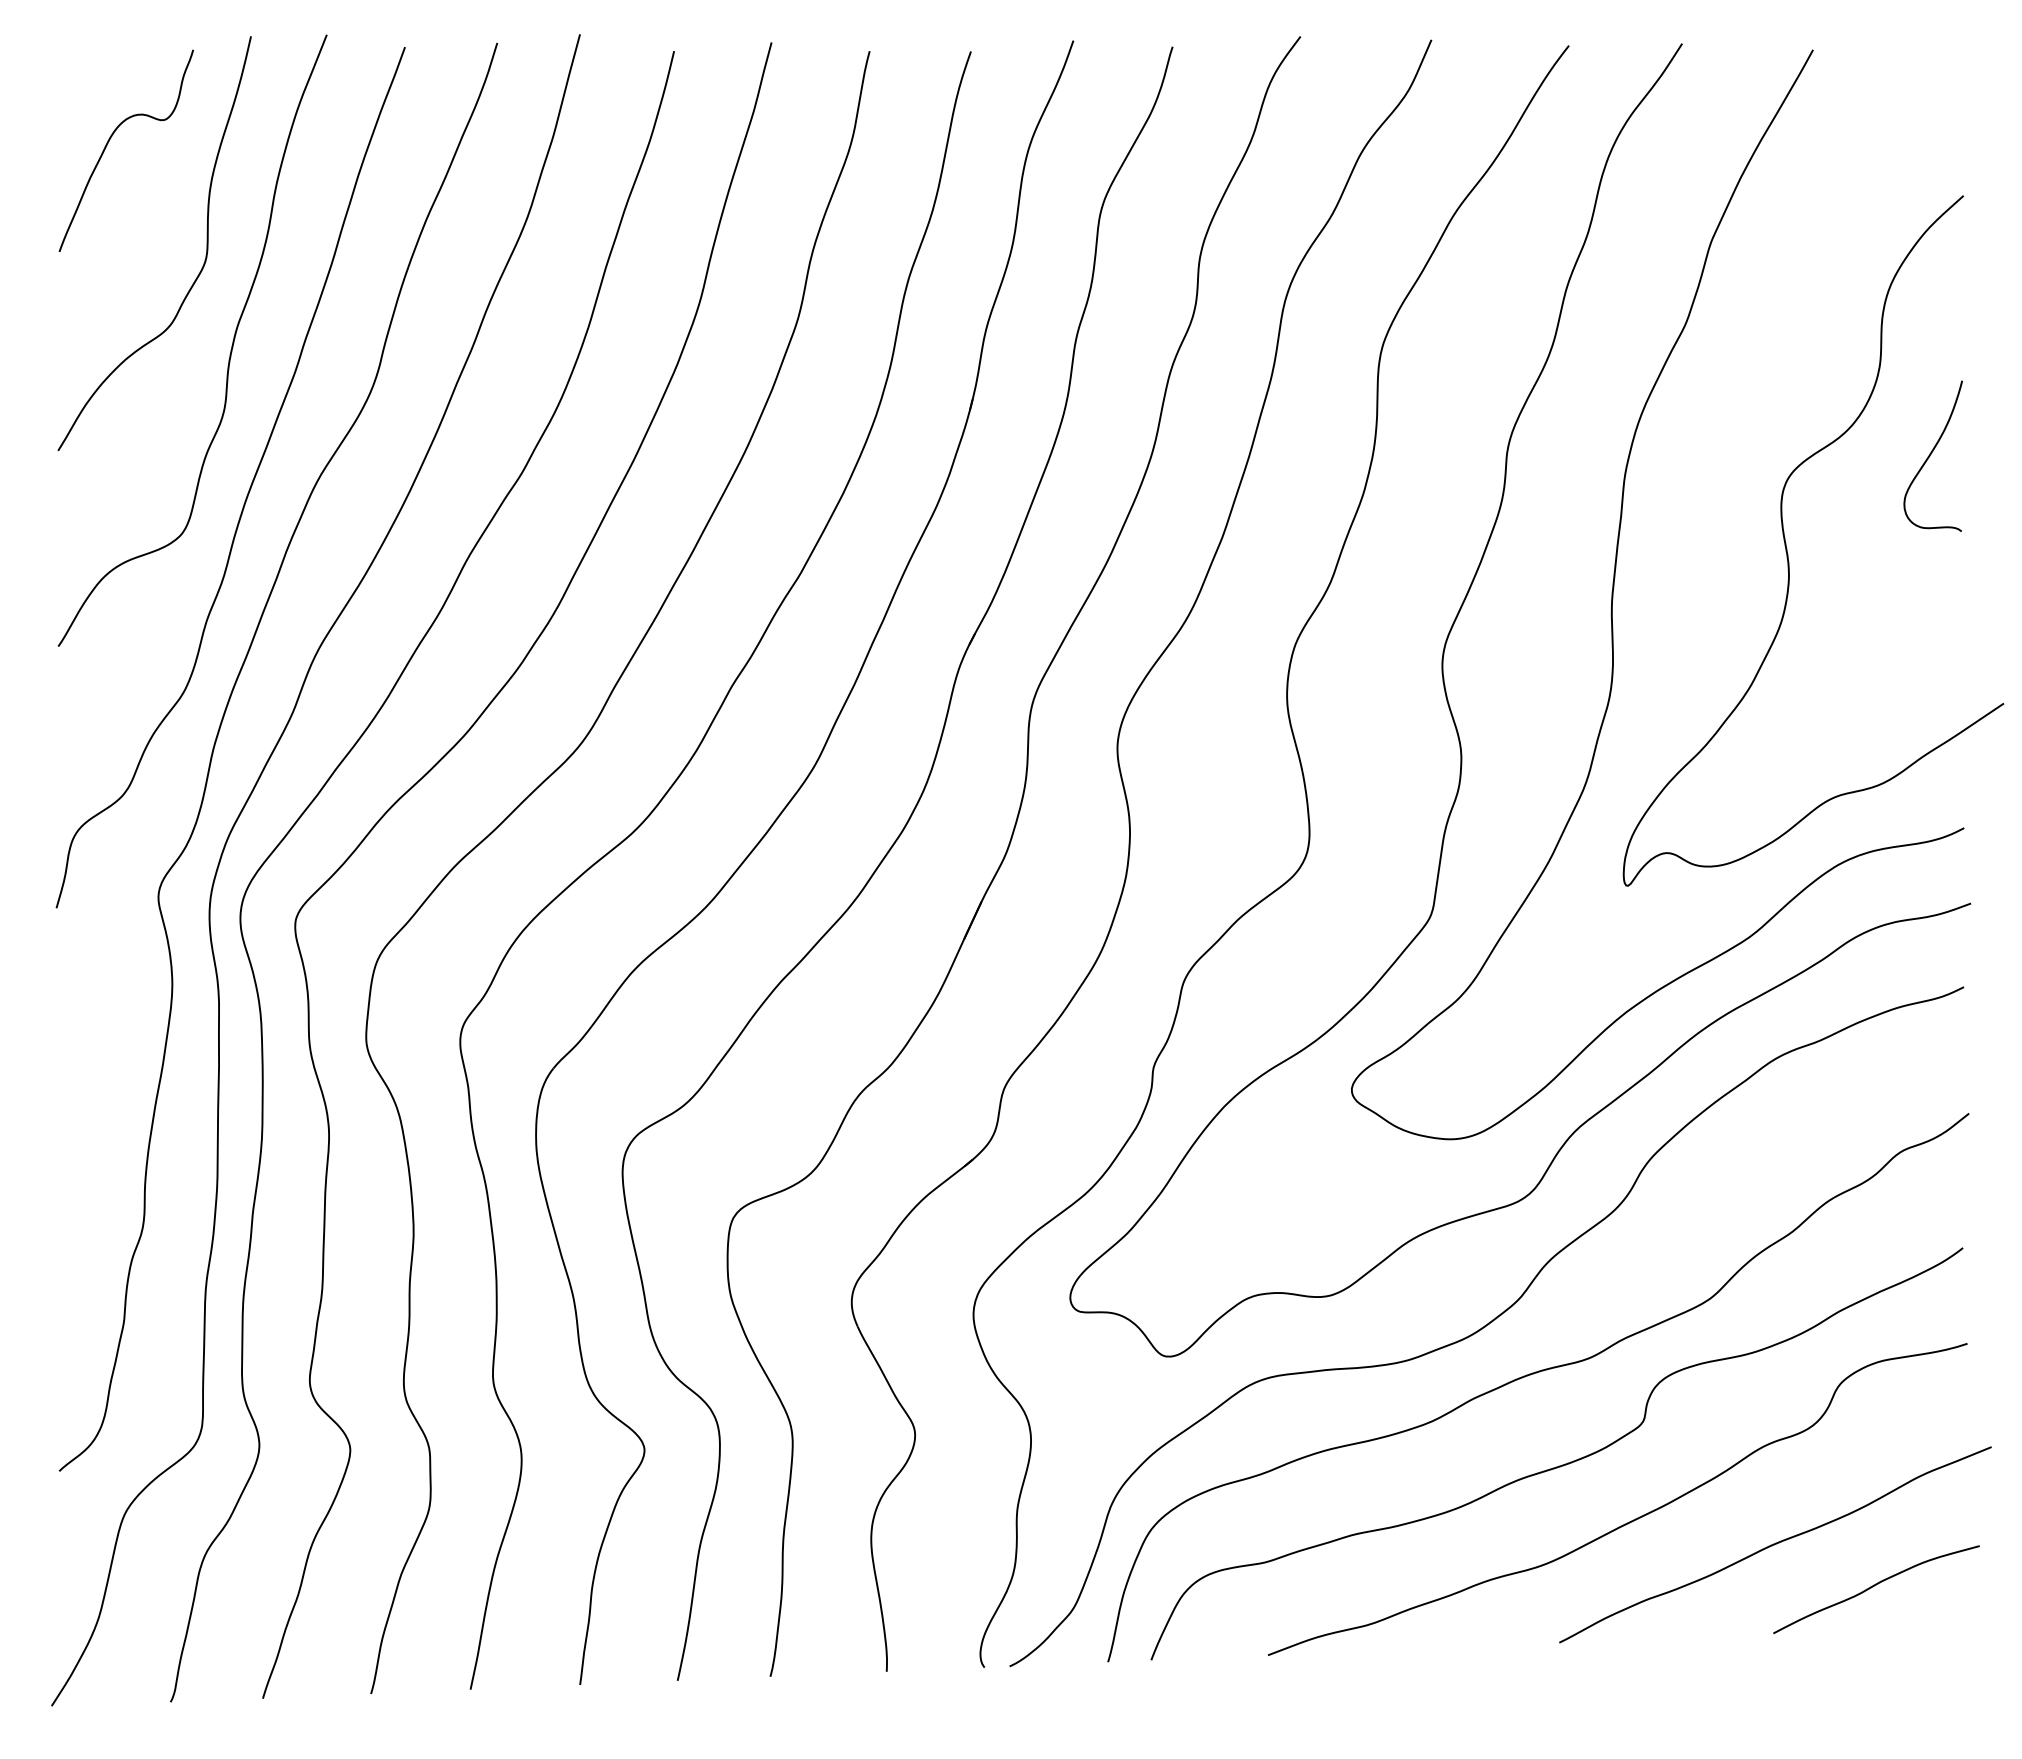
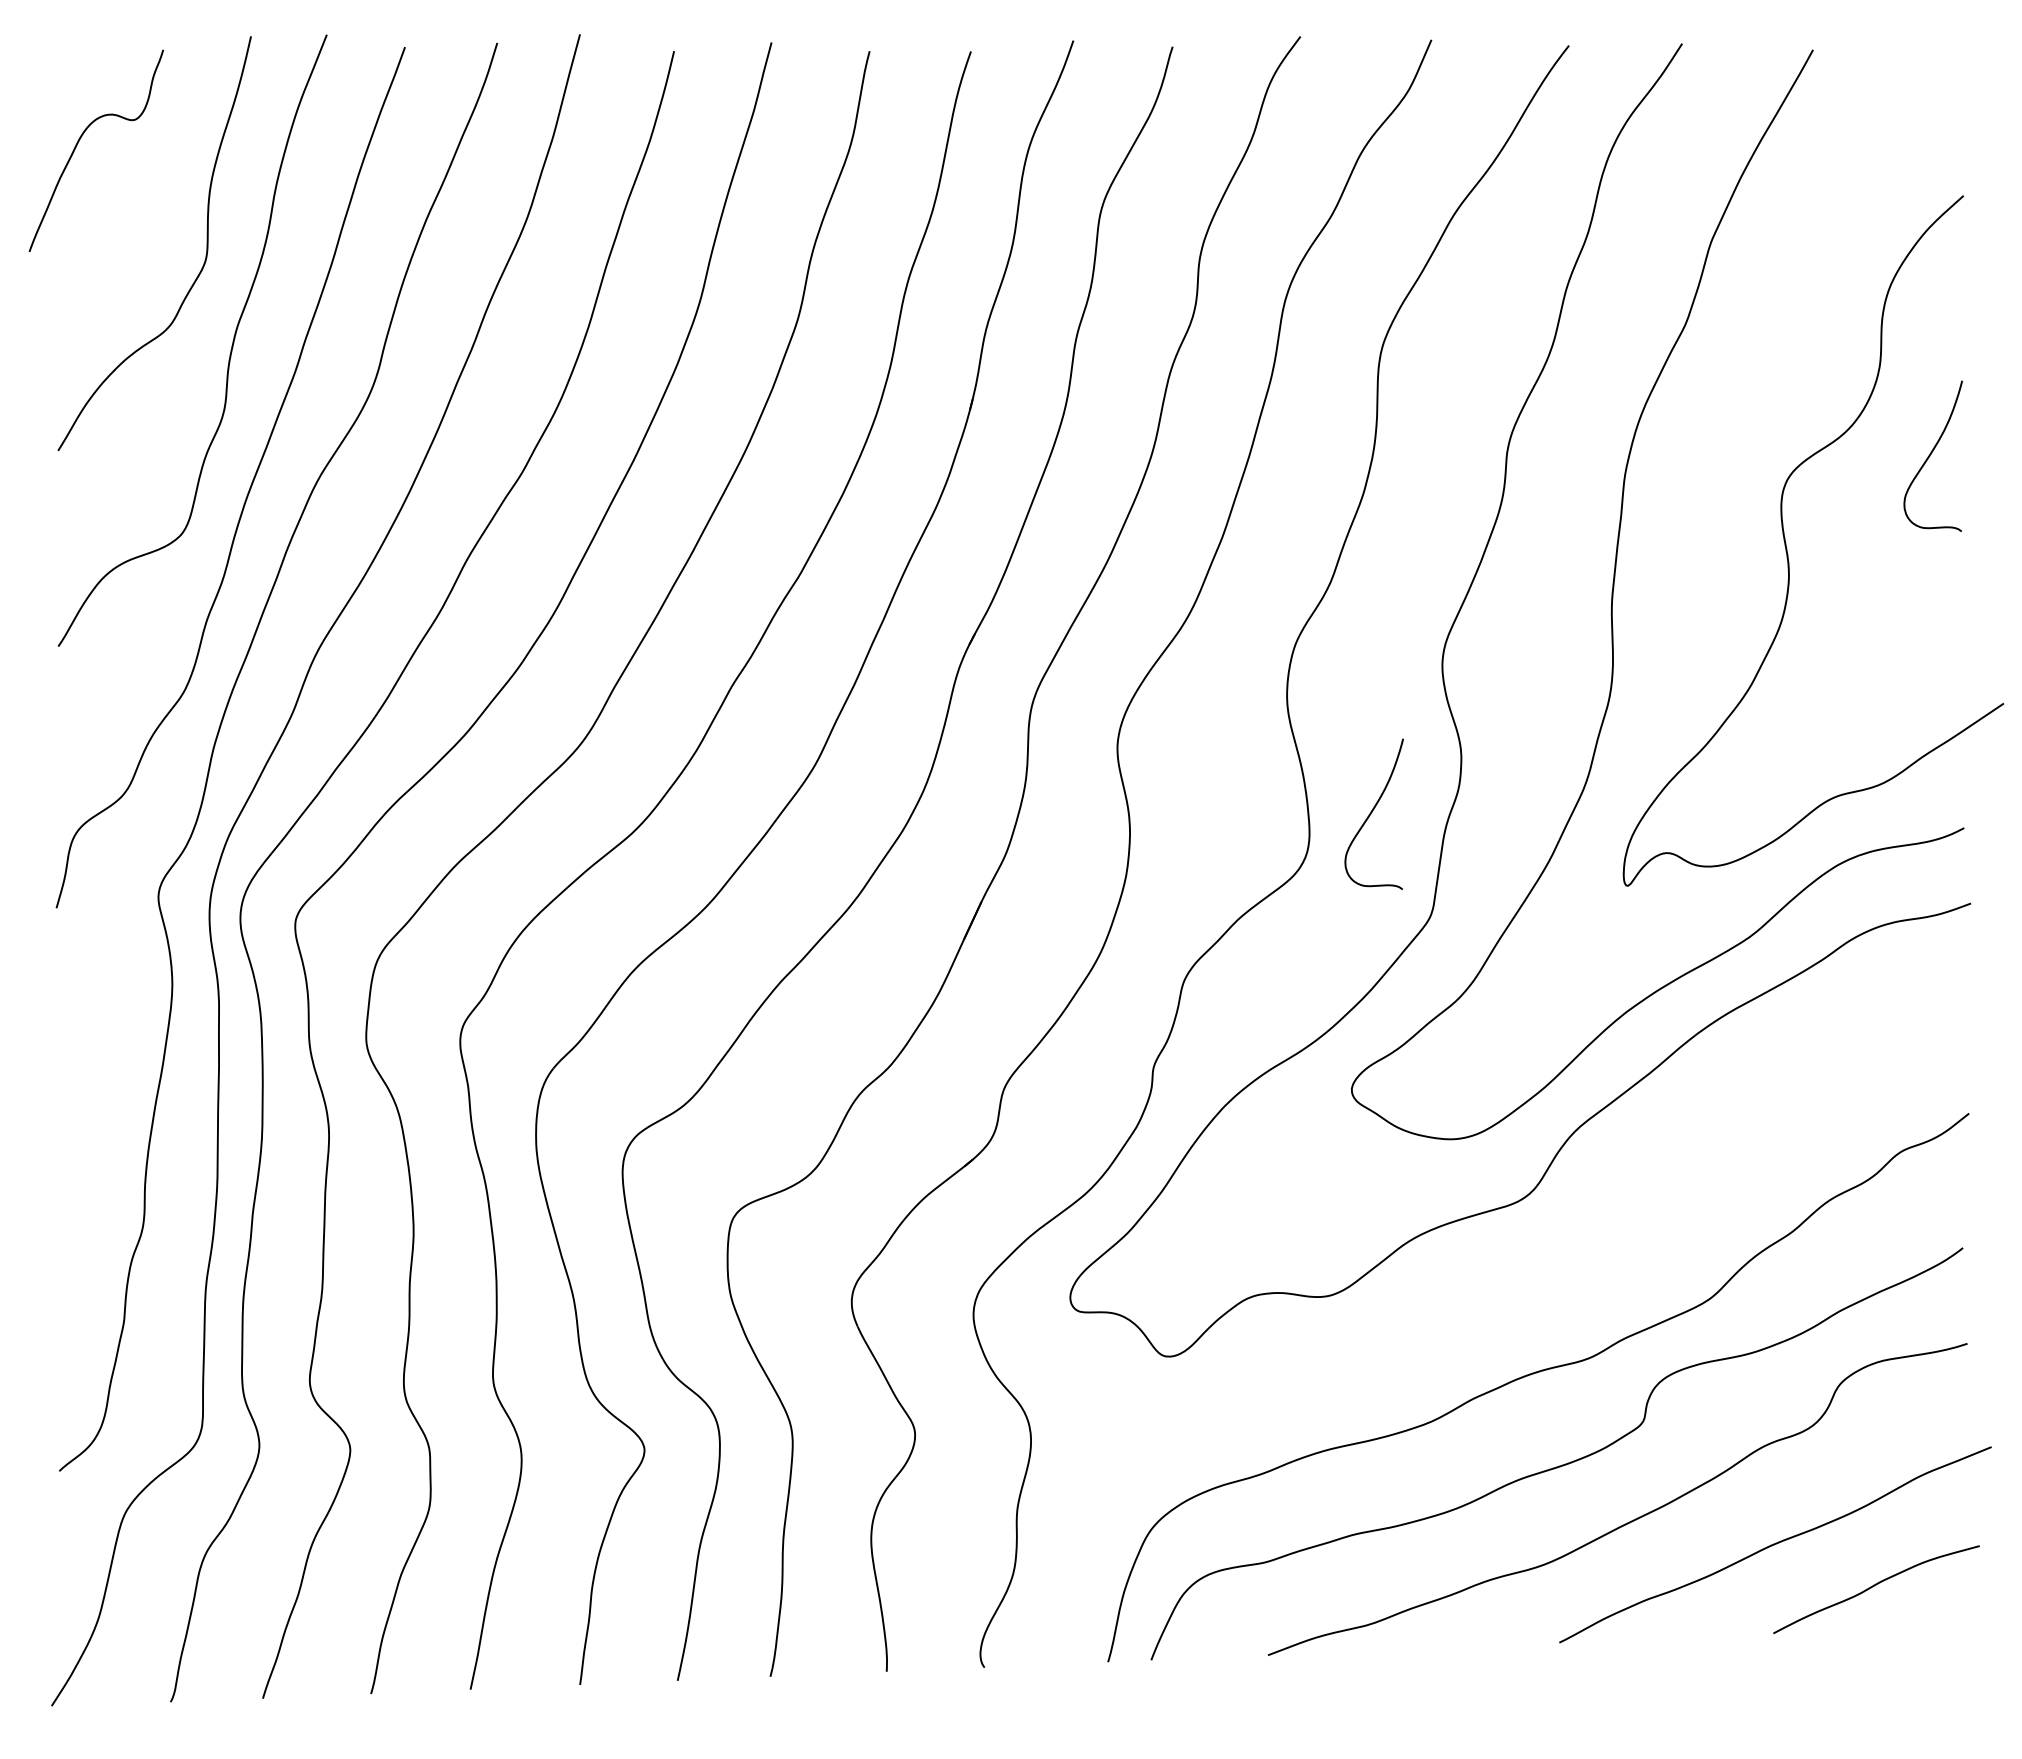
curve at (109, 141) position: (109, 141) -> (79, 141)
curve at (1372, 812): none -> present
curve at (1486, 1326): present -> none
